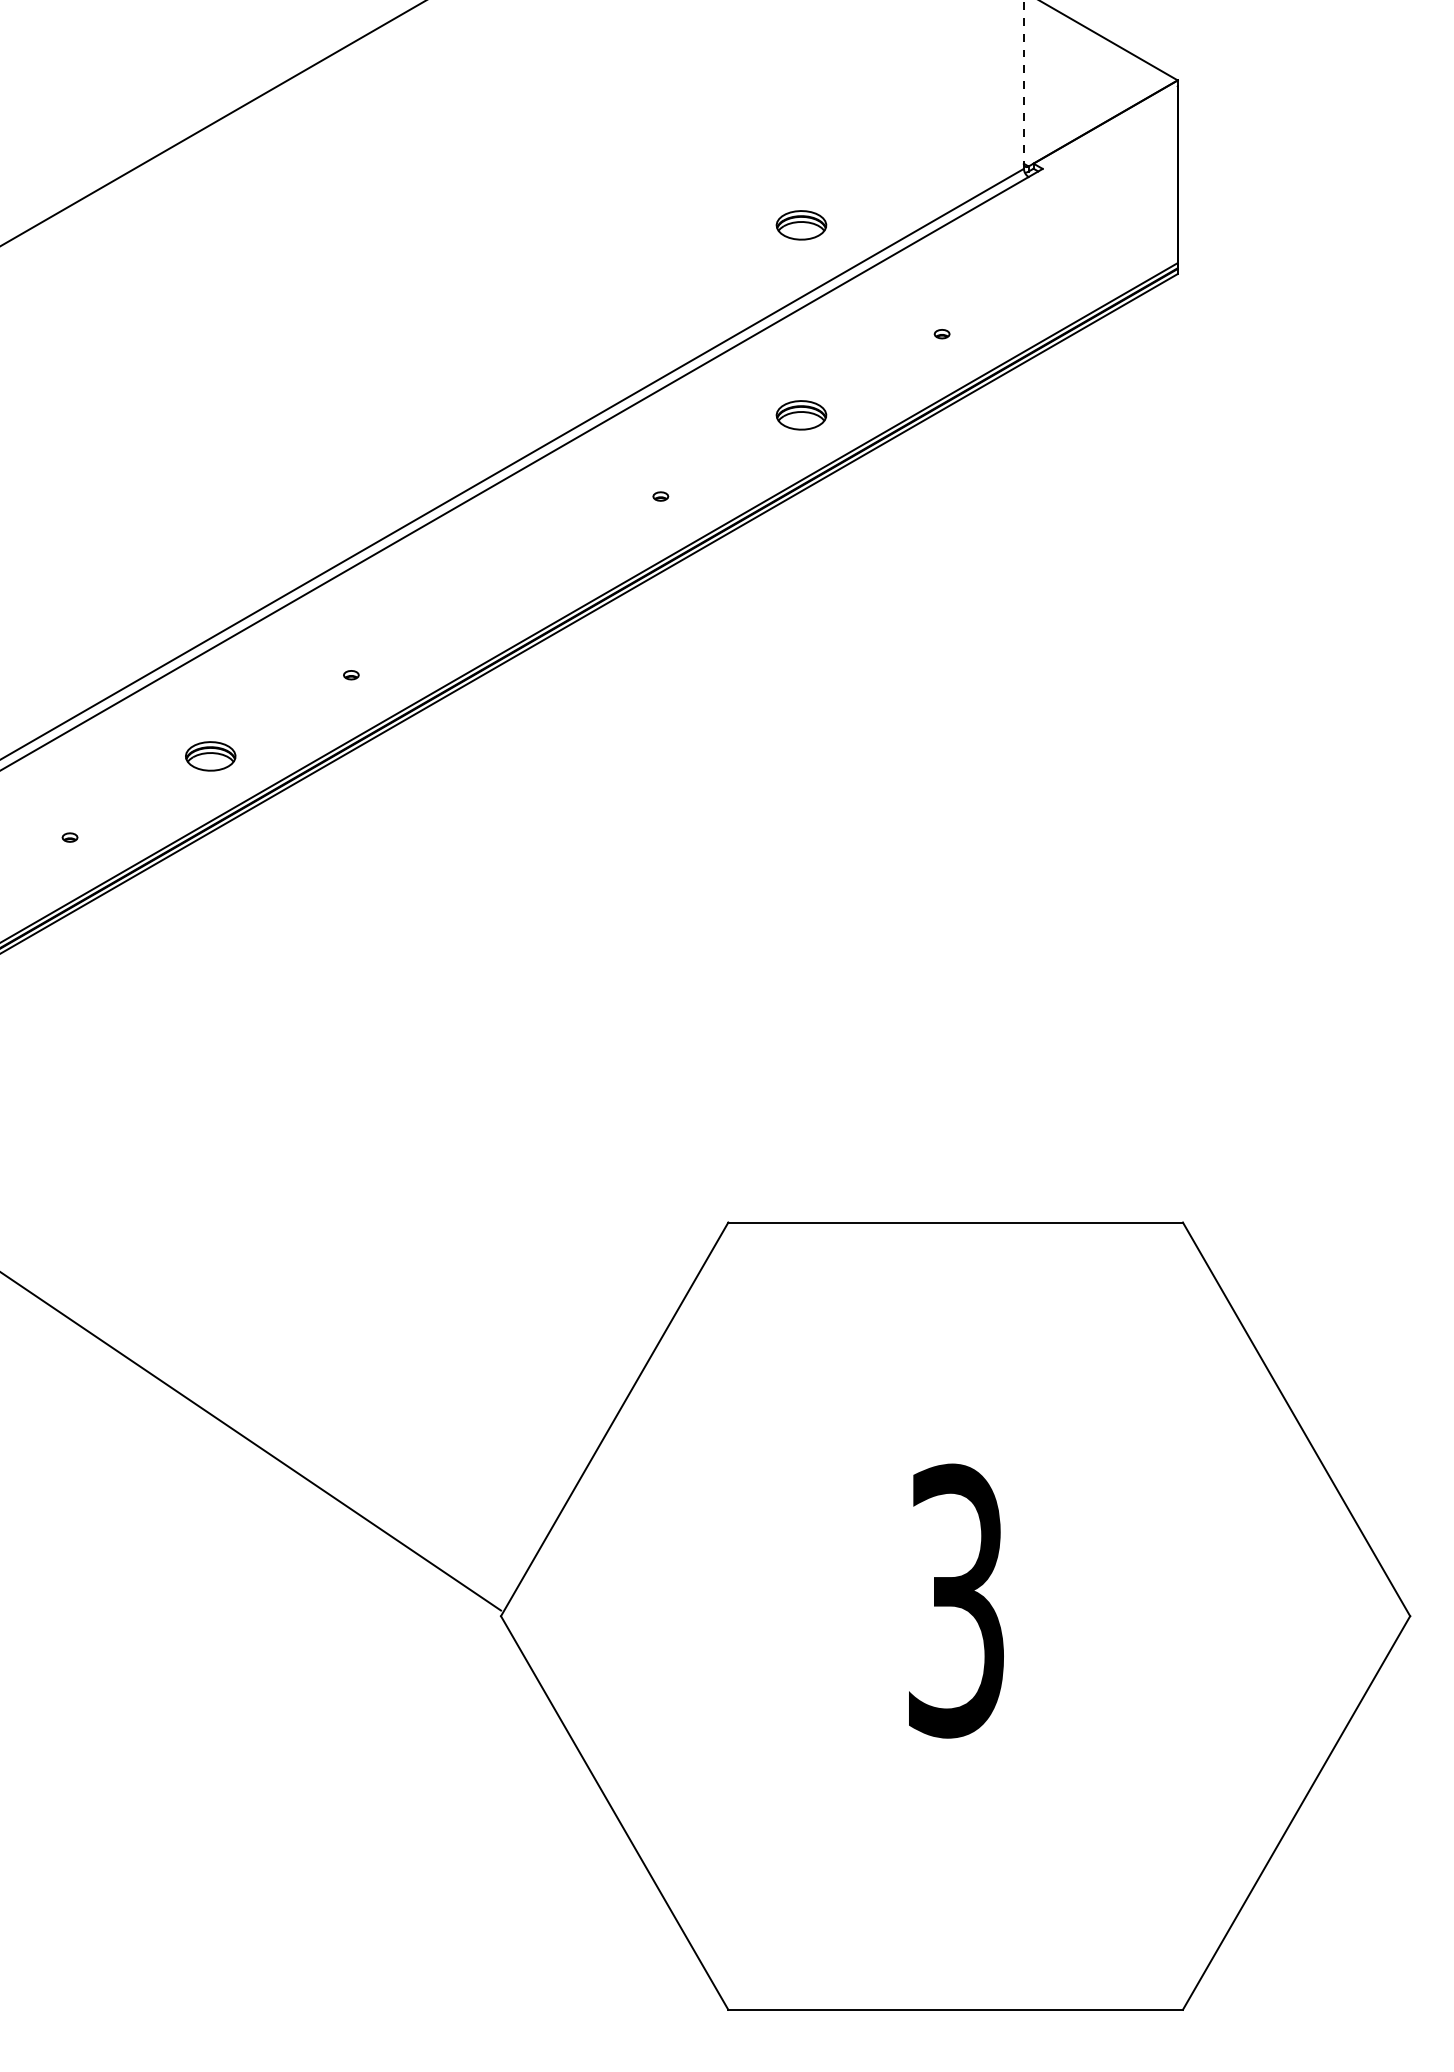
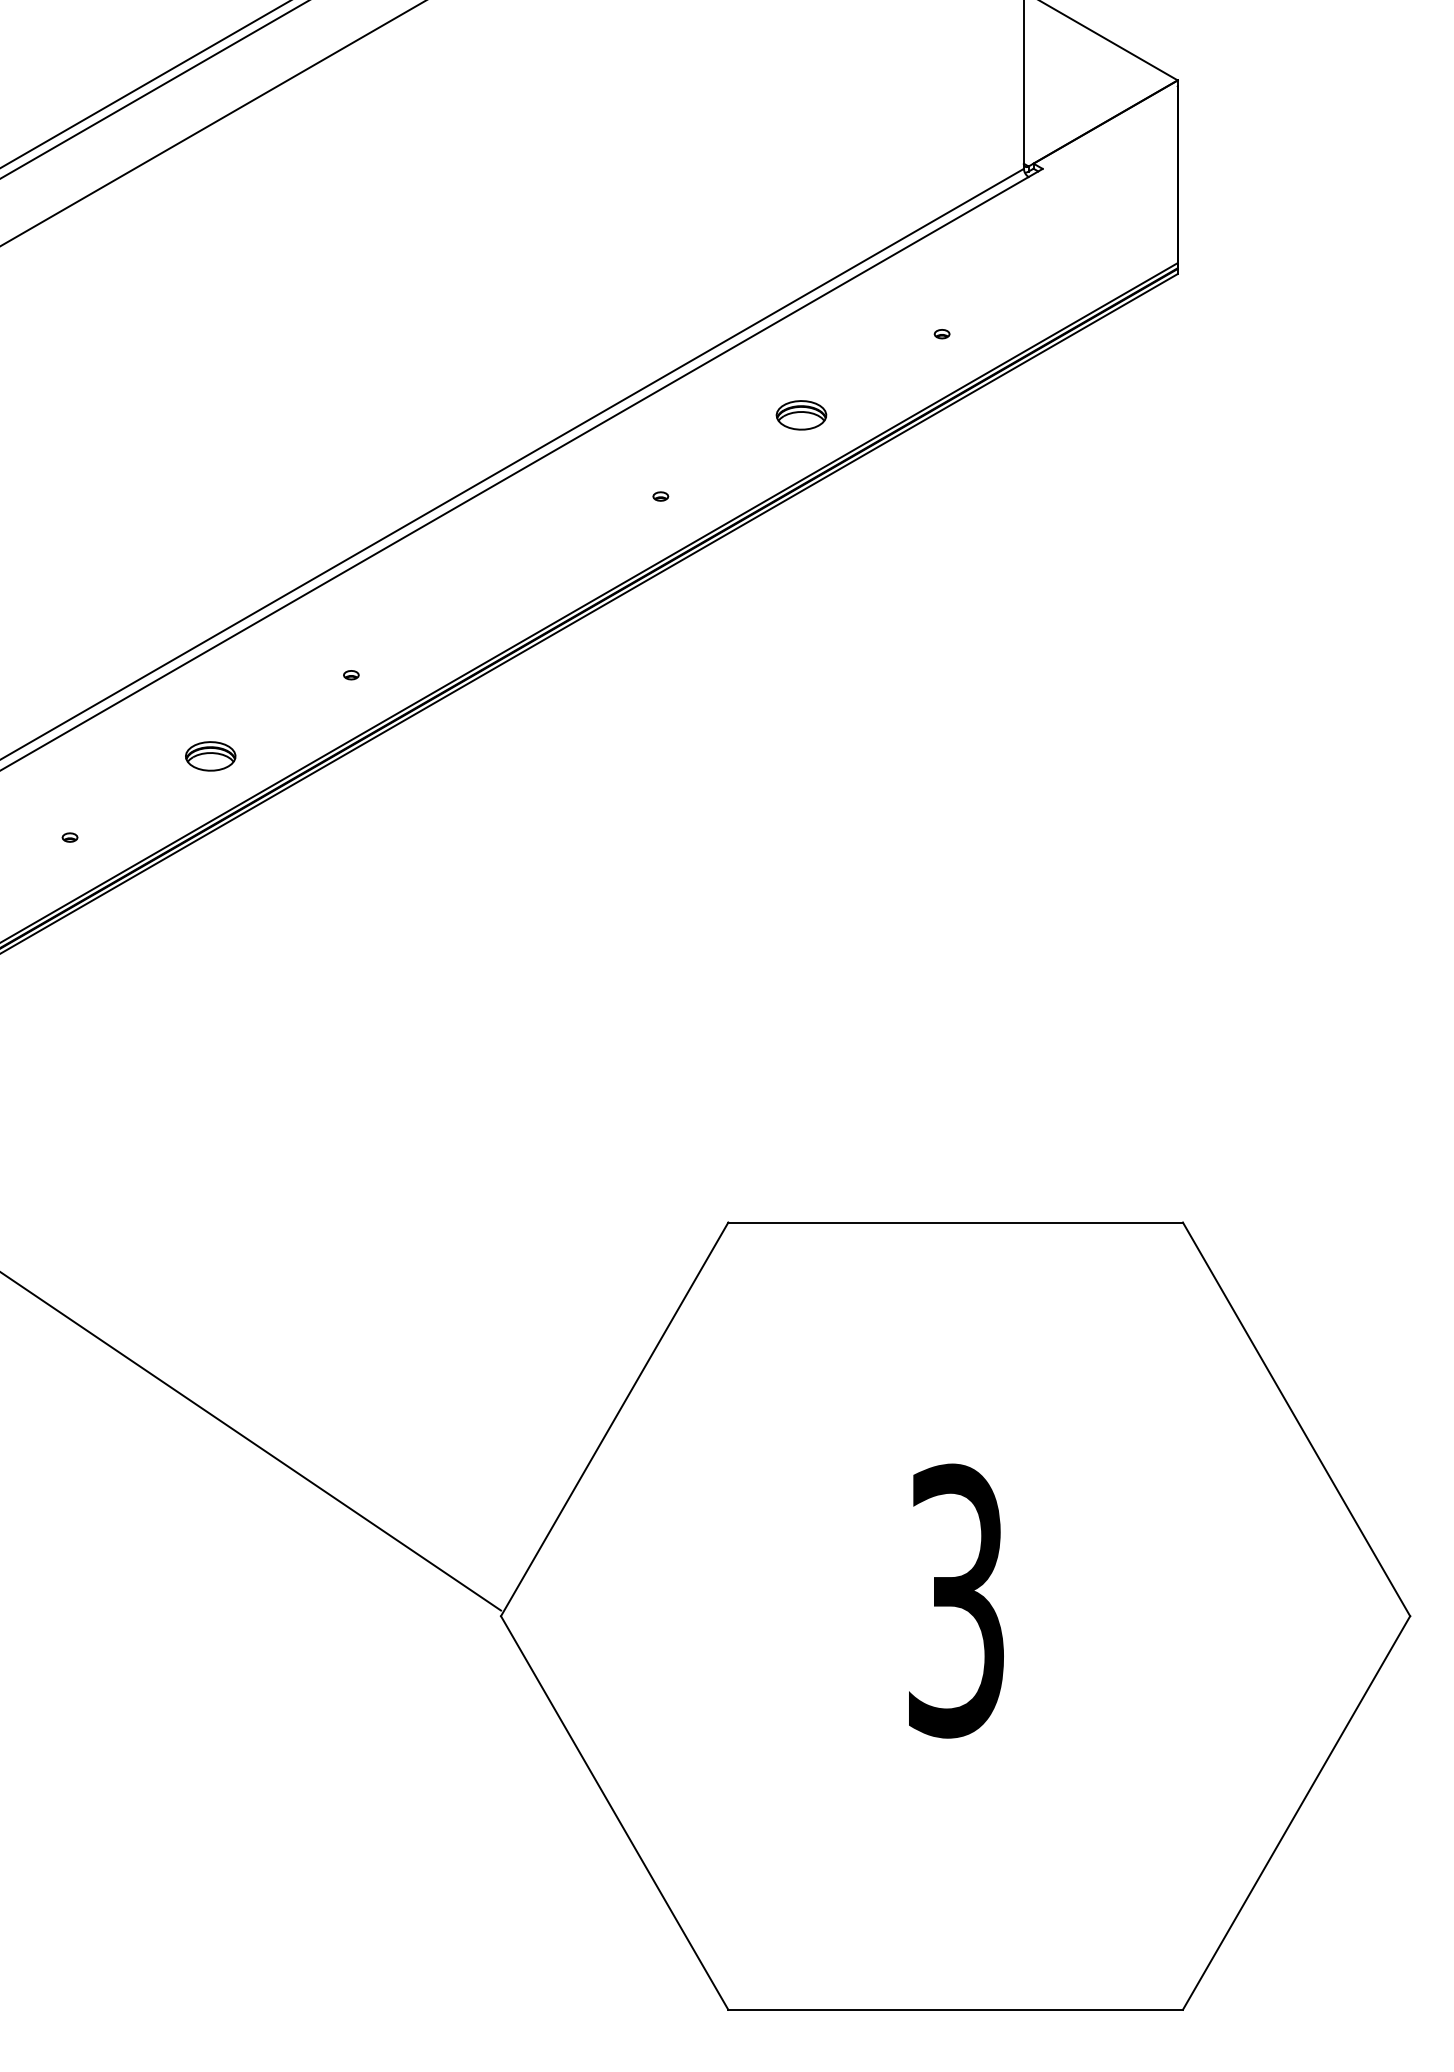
line at (1023, 83): dashed -> solid
line at (145, 84): none -> present
line at (154, 89): none -> present
part at (801, 225): present -> none
